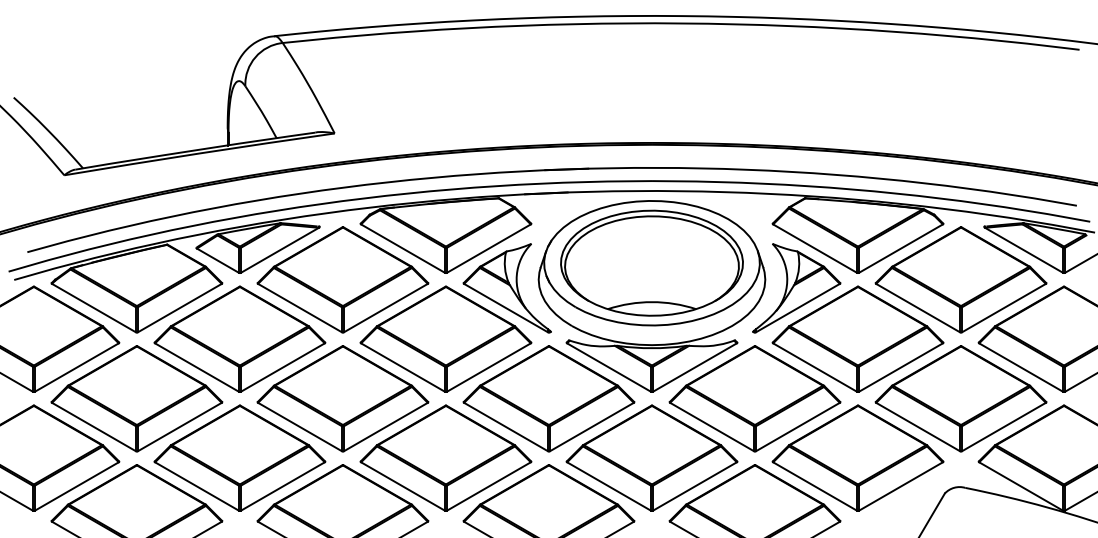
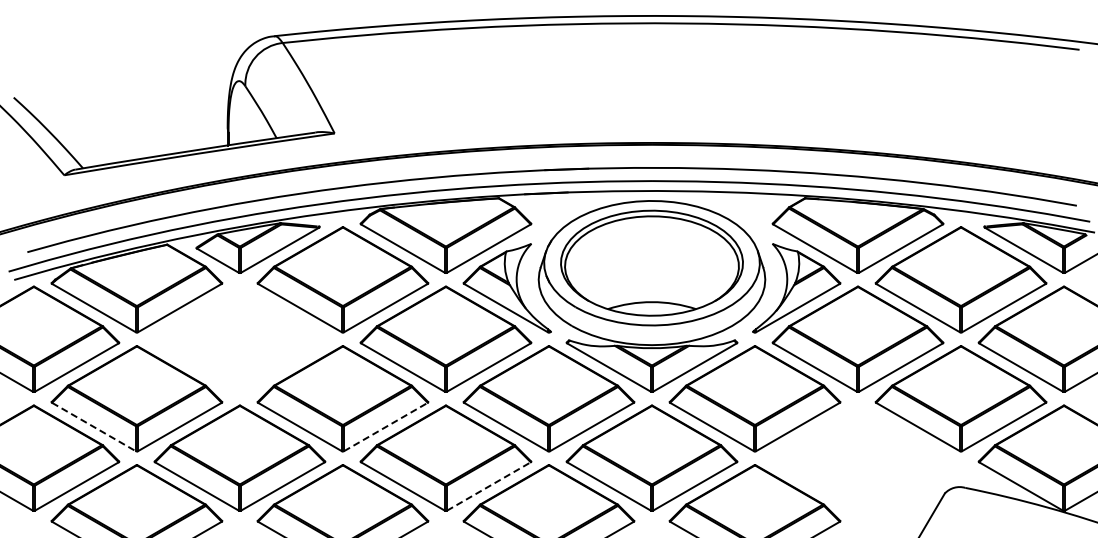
part at (239, 338): present -> none
line at (386, 426): solid -> dashed
line at (94, 427): solid -> dashed
part at (857, 457): present -> none
line at (489, 486): solid -> dashed
